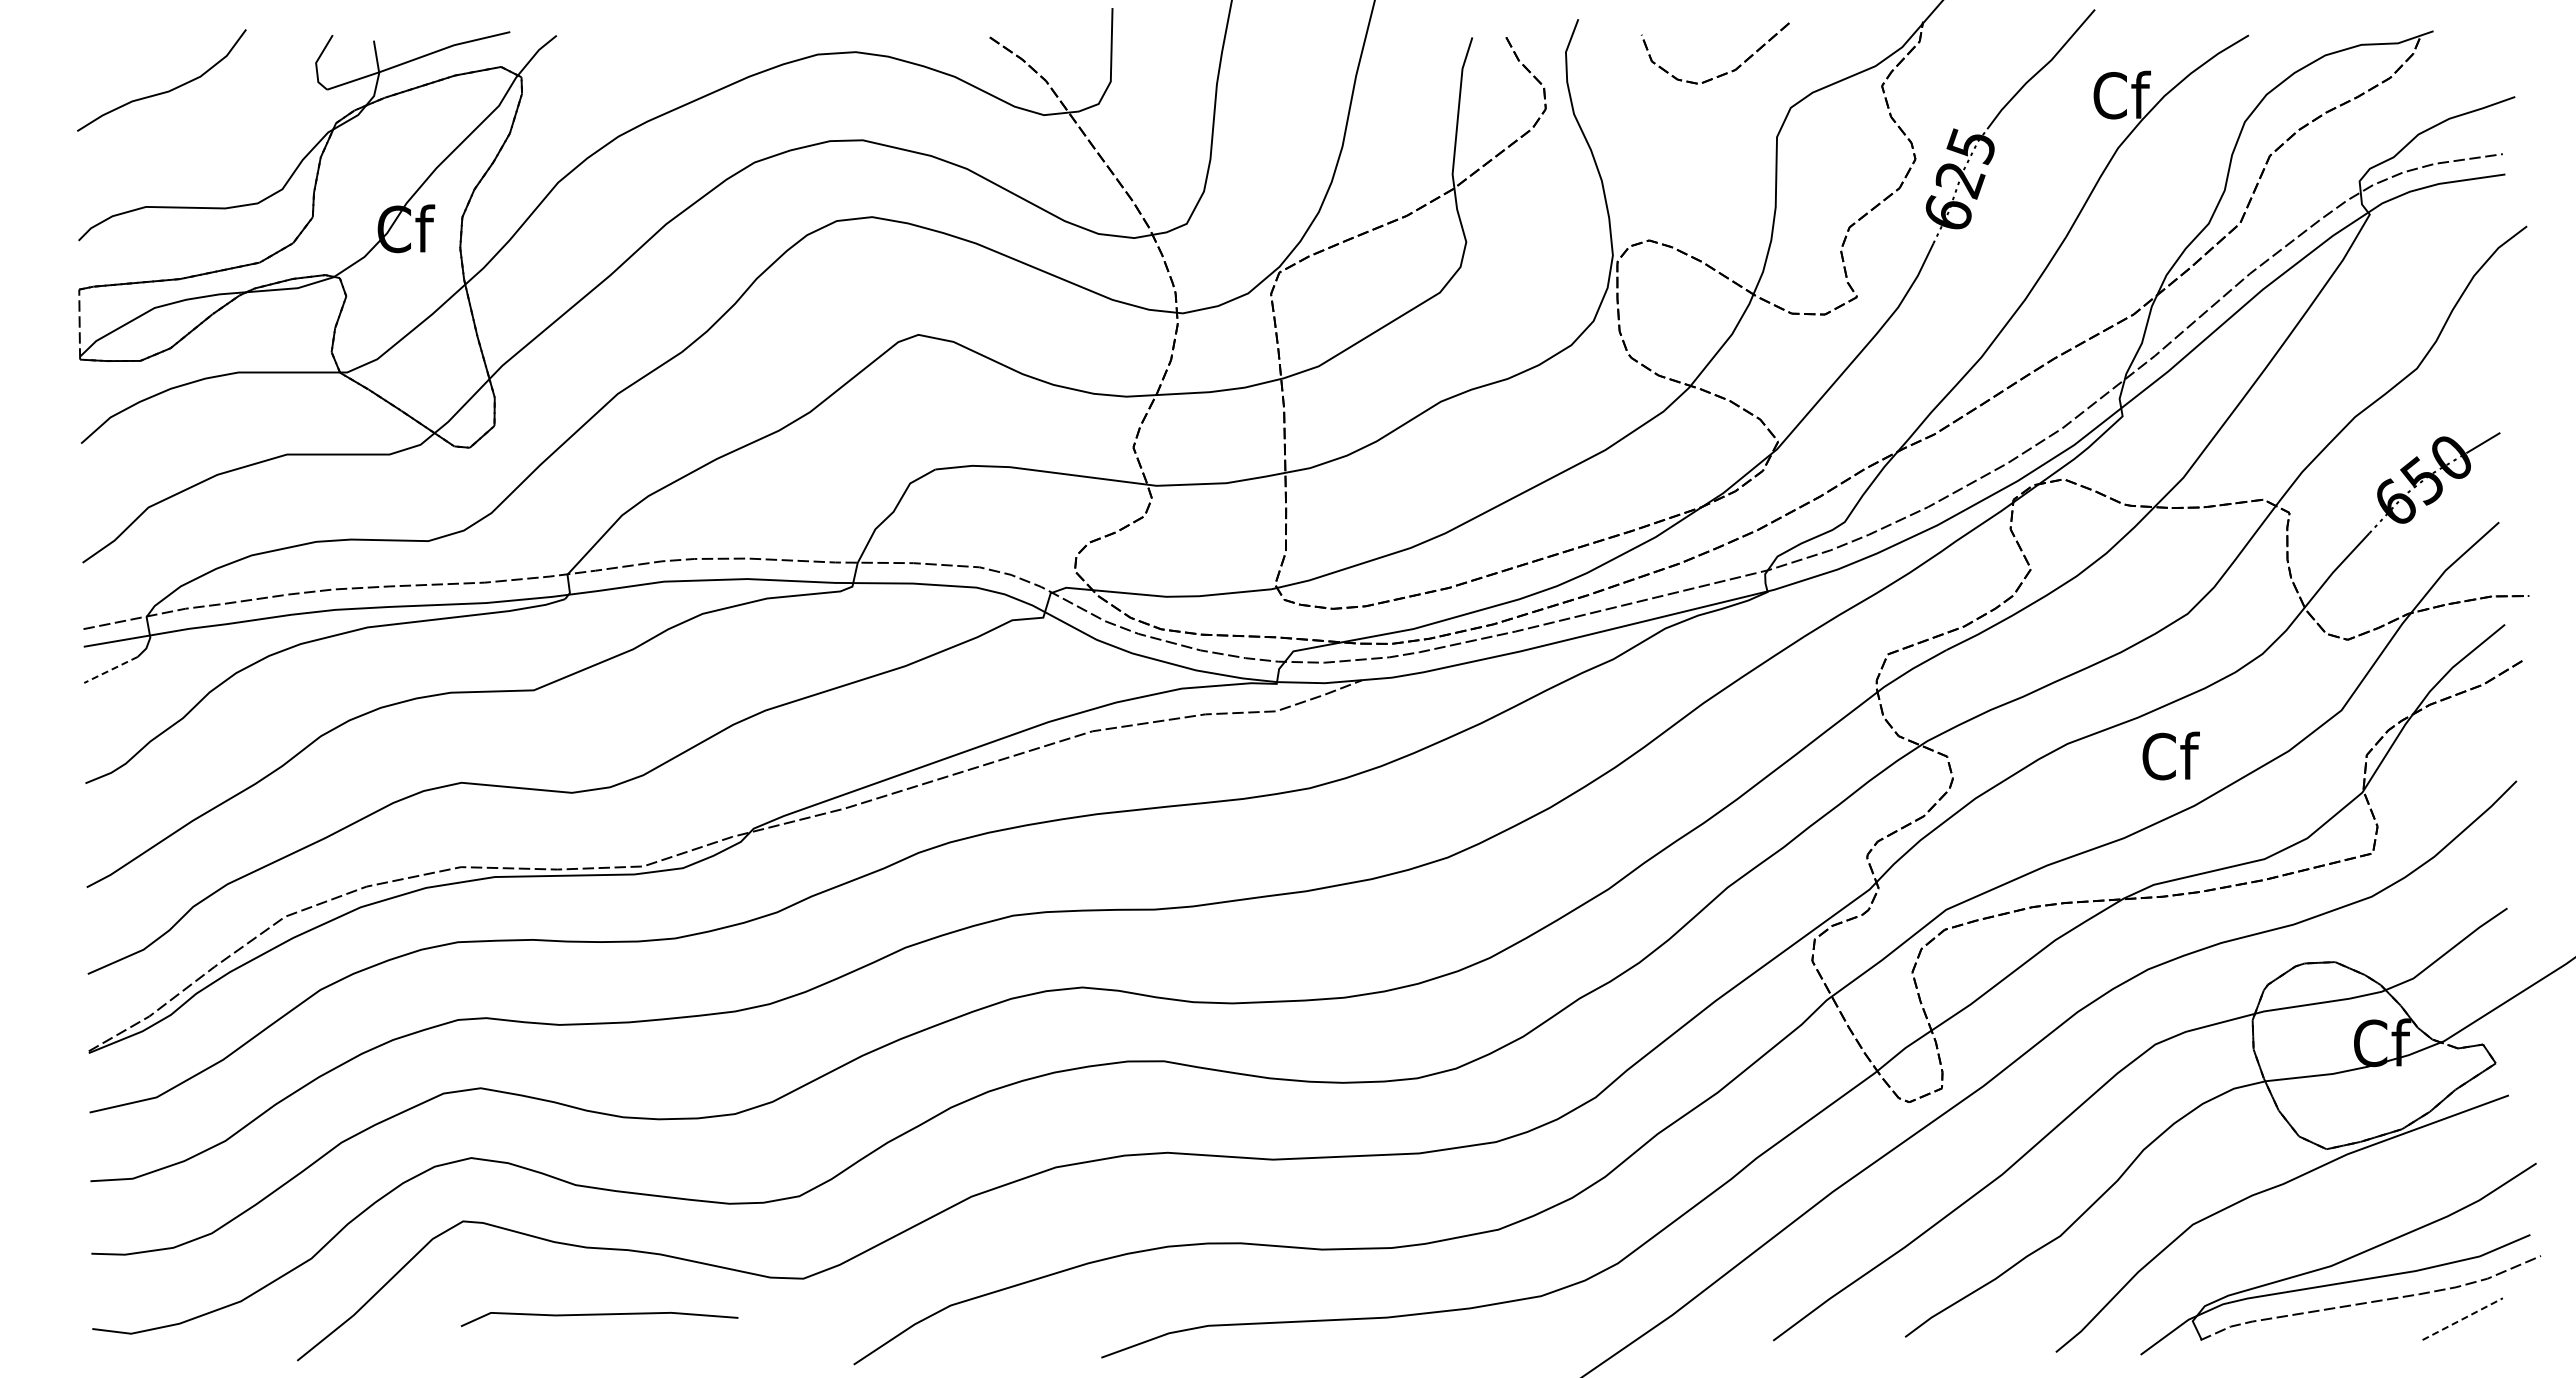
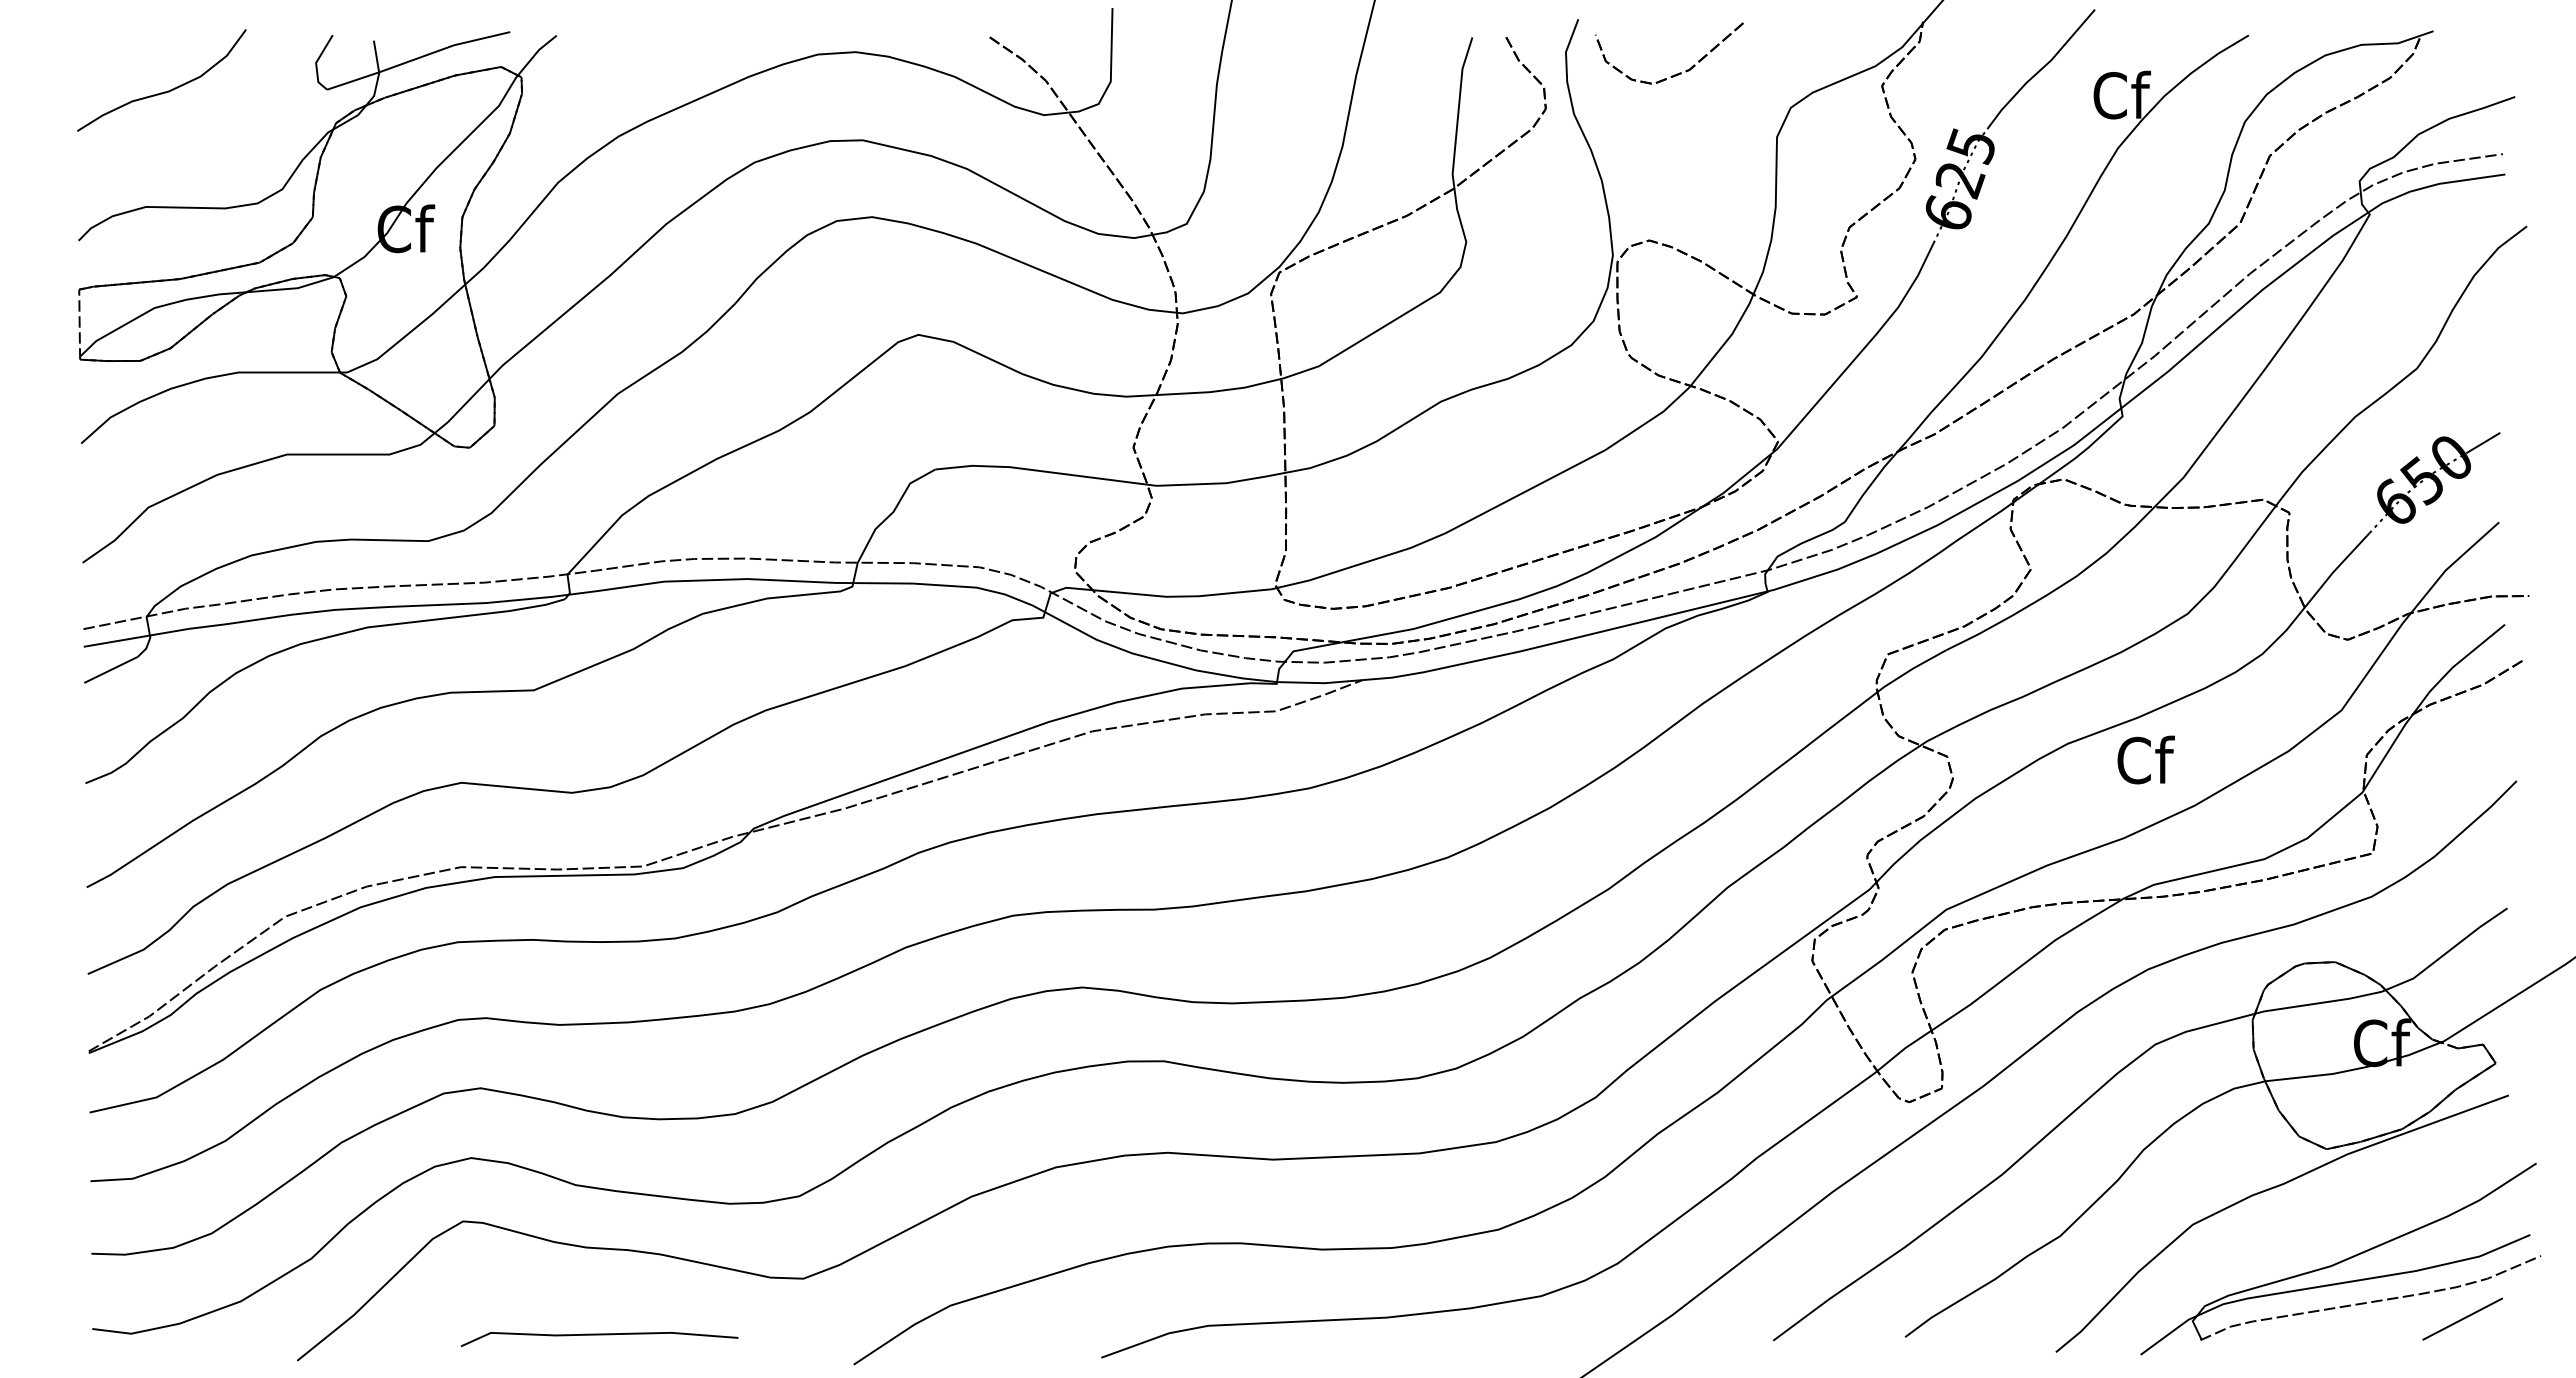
part at (1720, 74) position: (1720, 74) -> (1674, 74)
line at (111, 669): dashed -> solid
text at (2170, 755) position: (2170, 755) -> (2145, 759)
line at (599, 1315) position: (599, 1315) -> (599, 1335)
line at (2463, 1318): dashed -> solid
